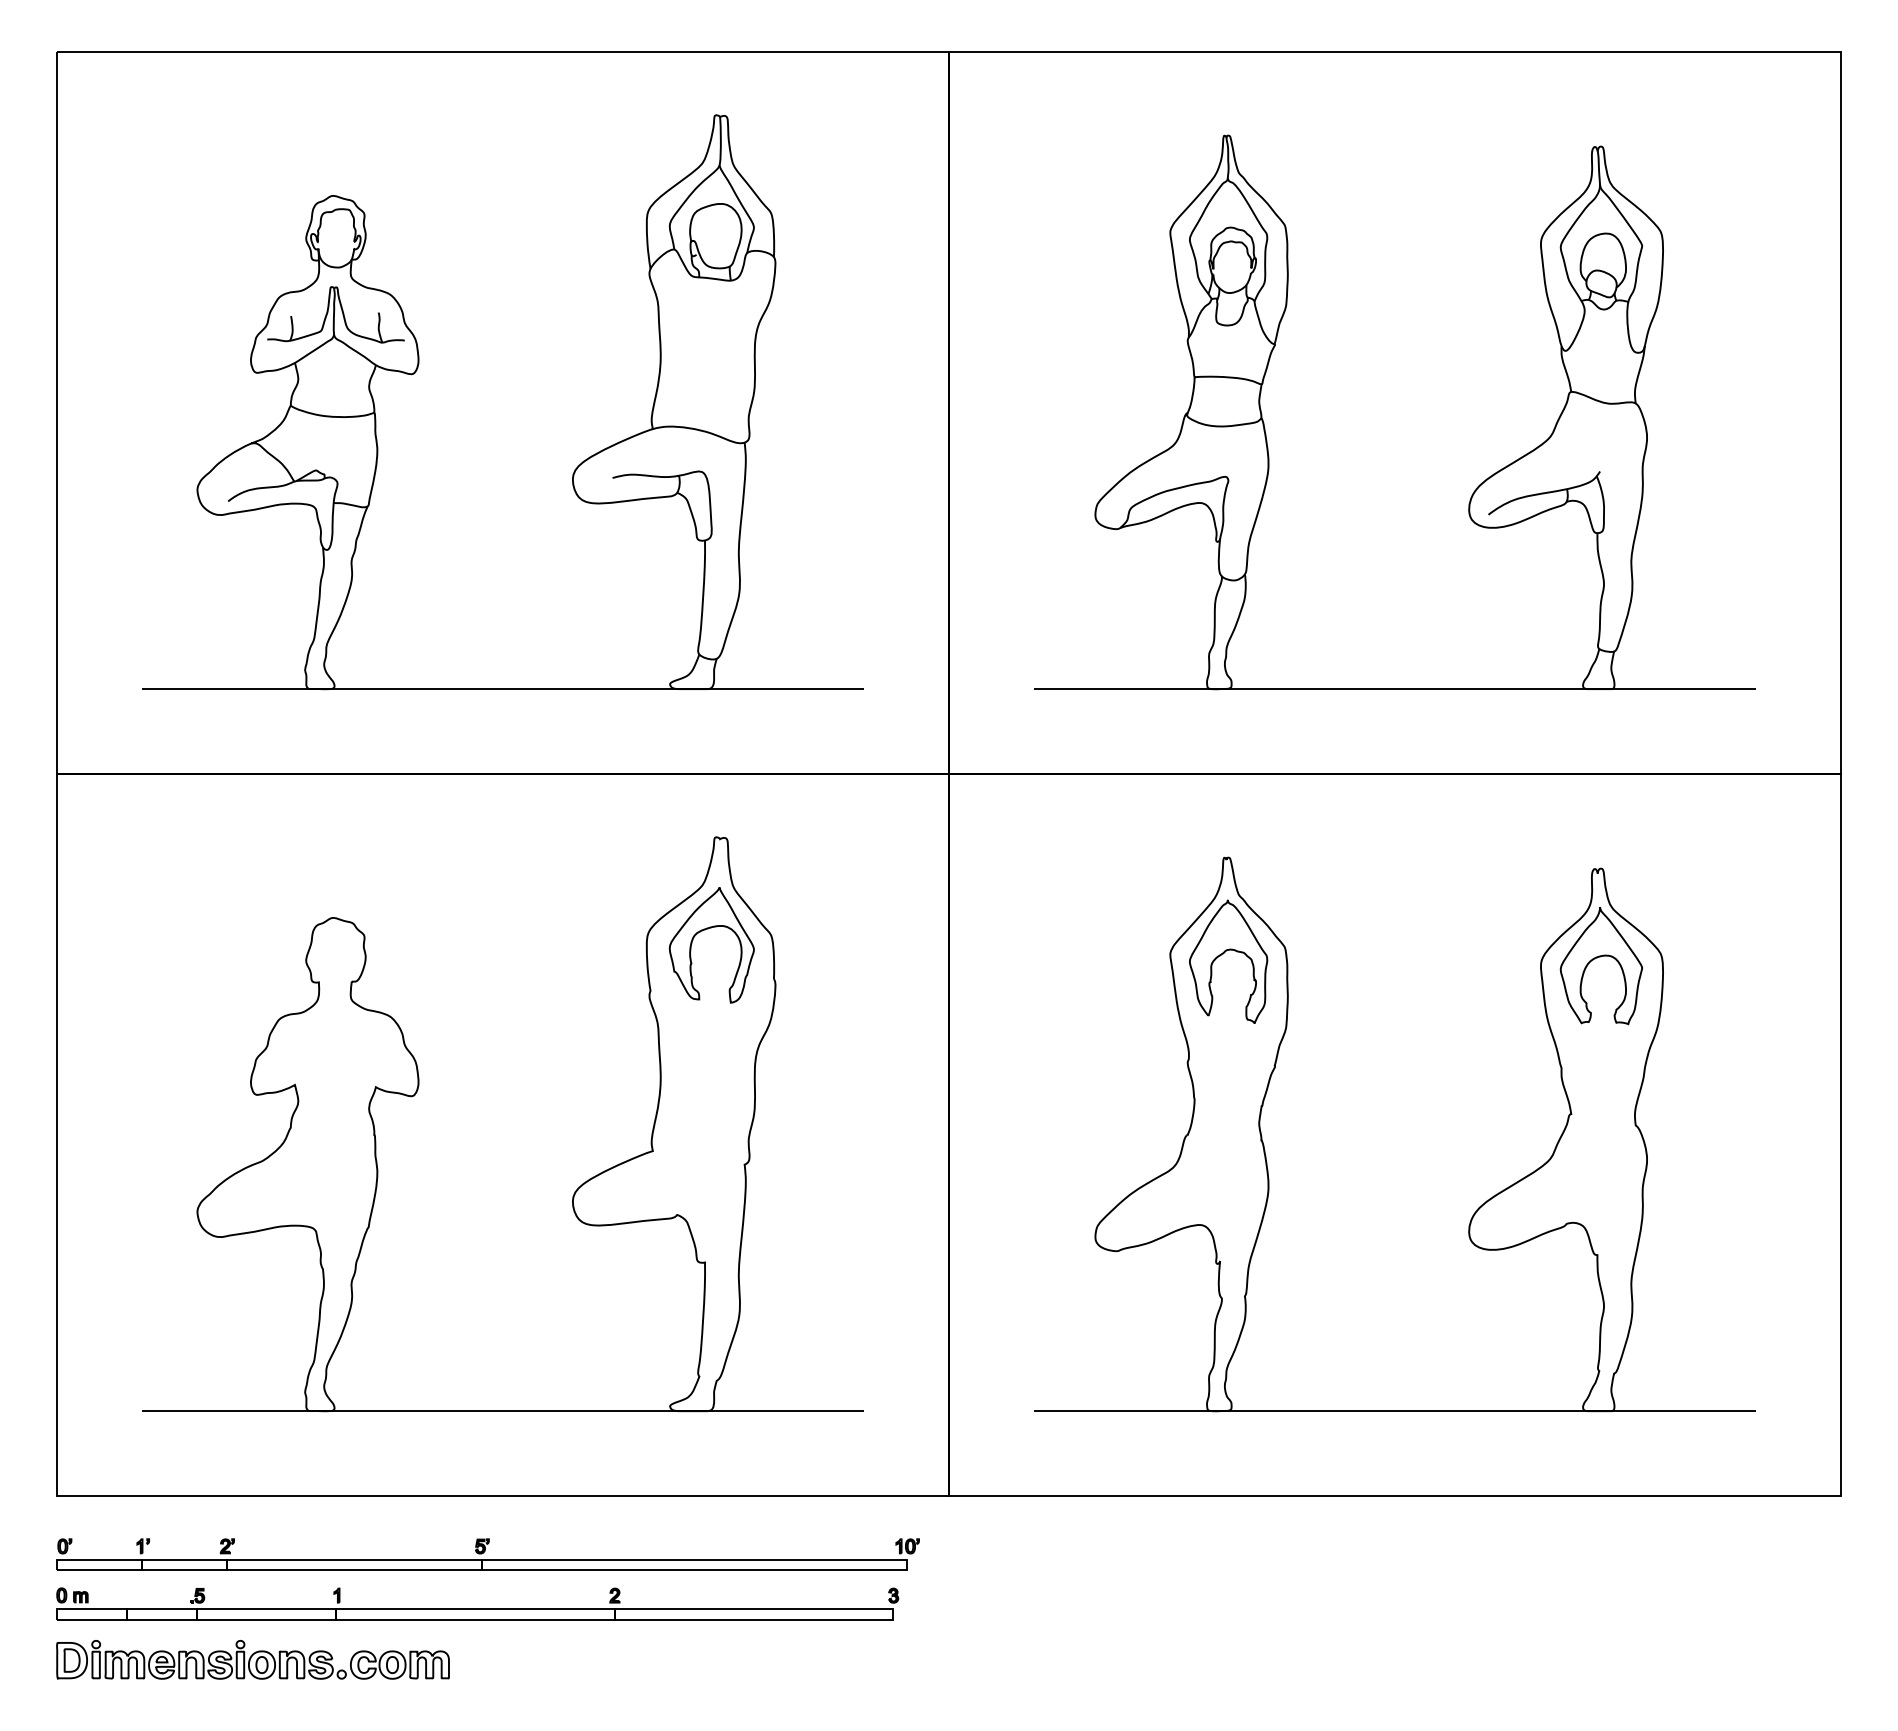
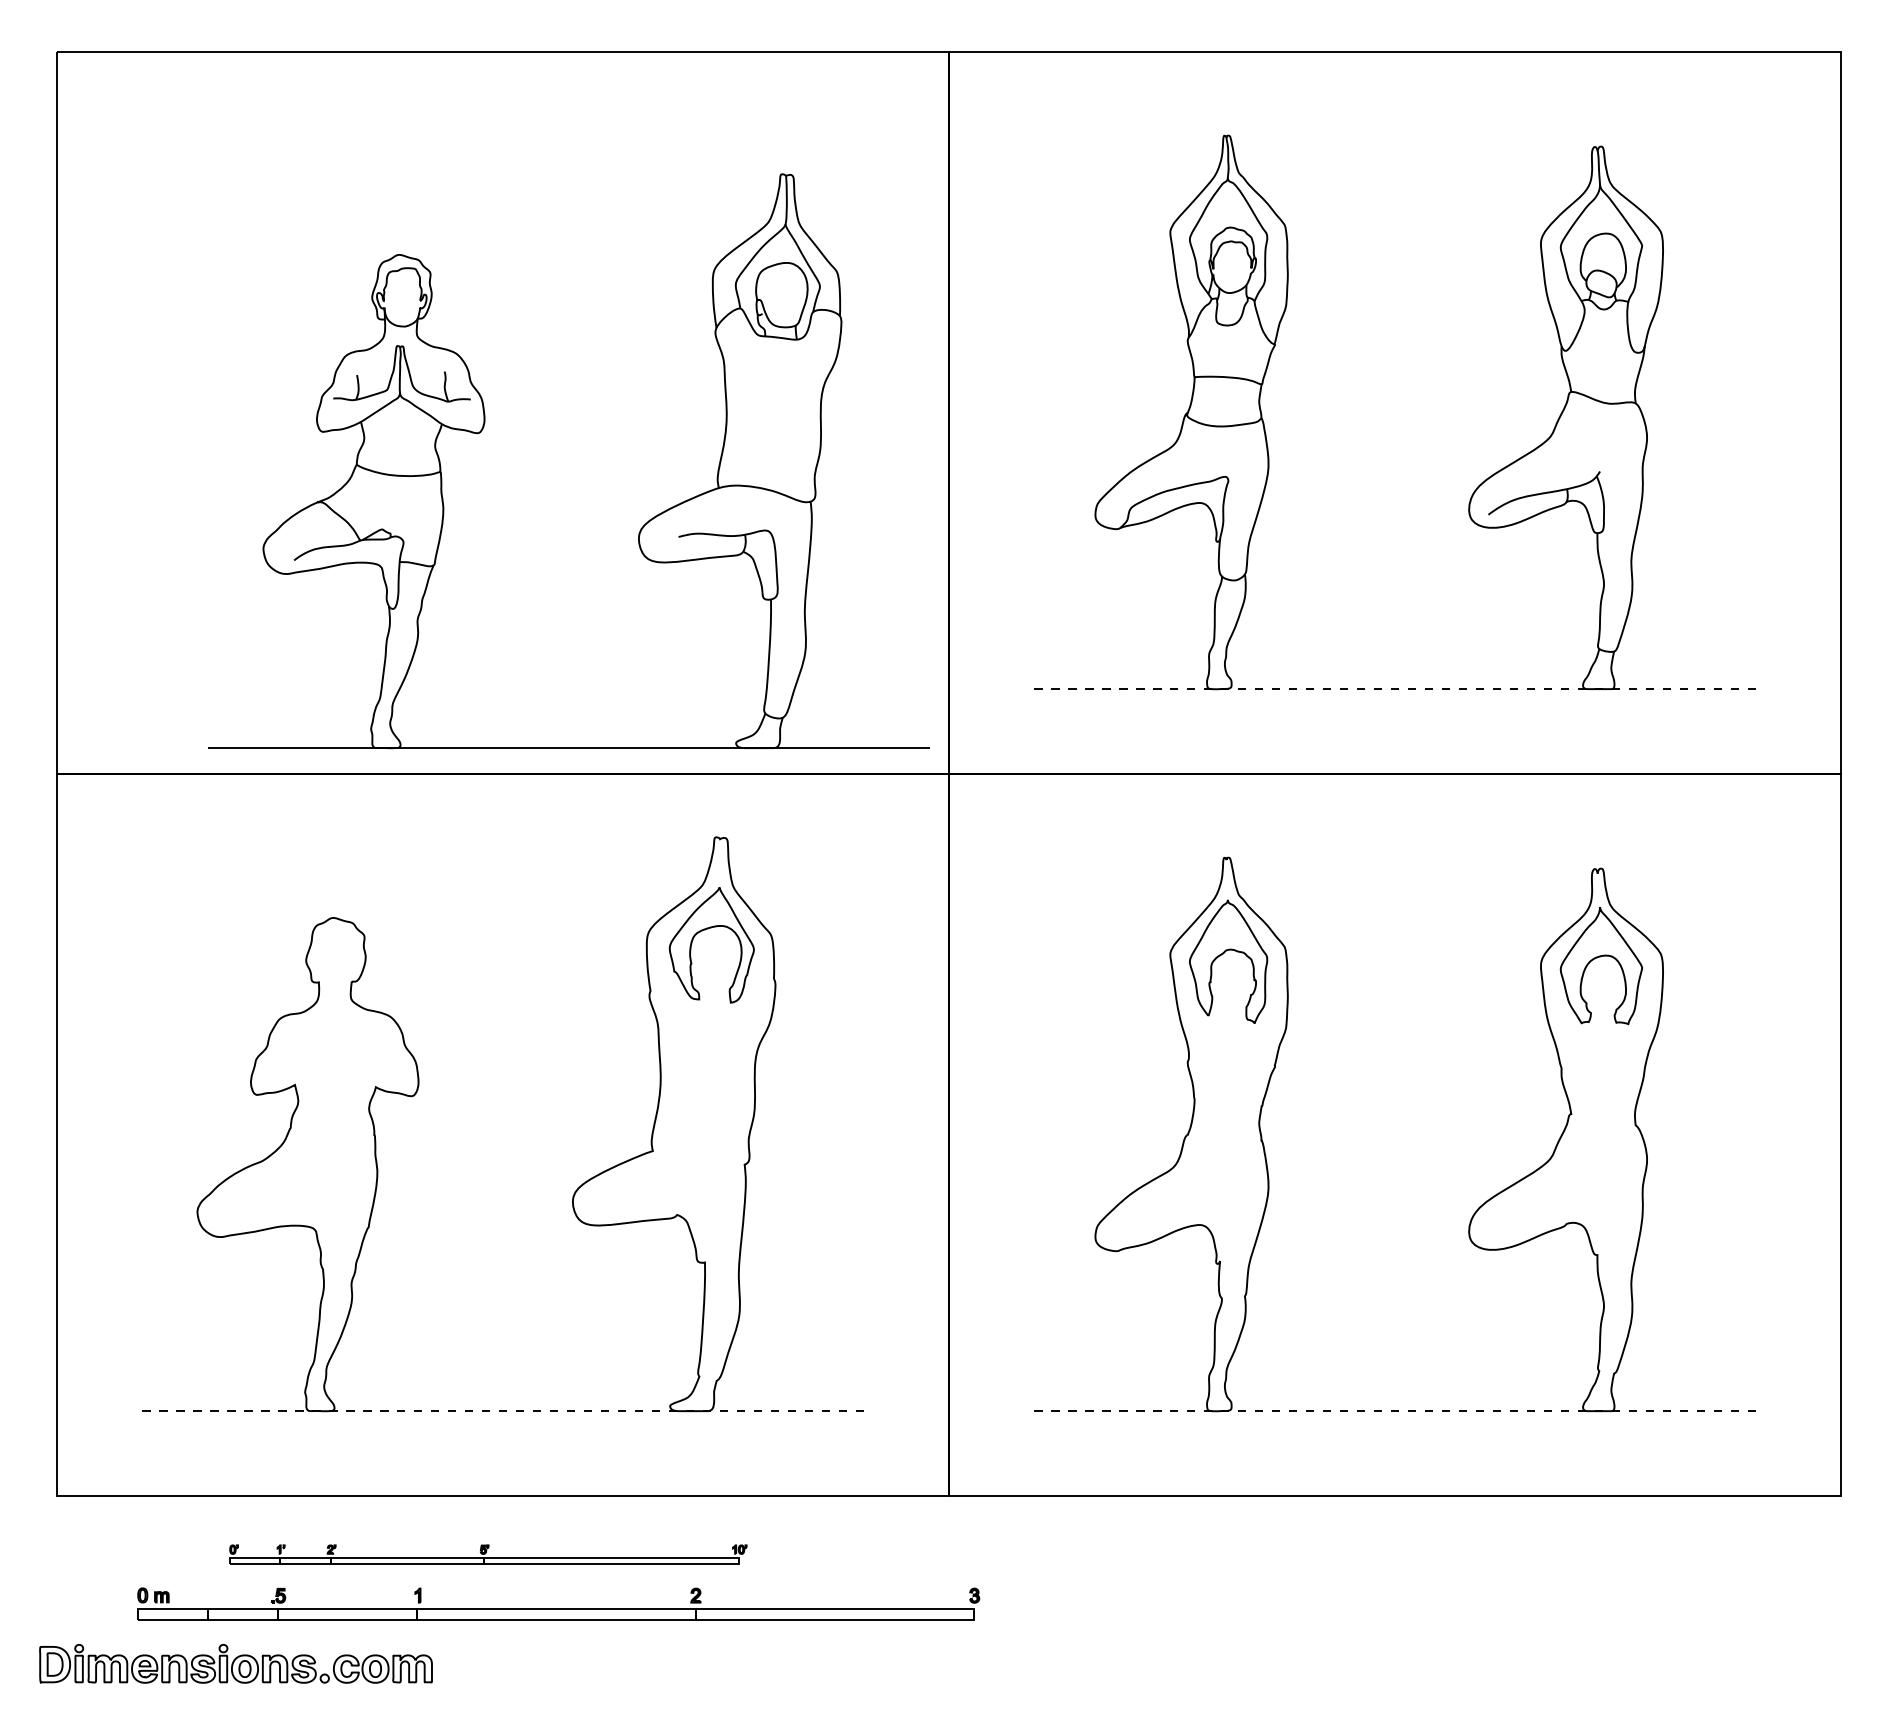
part at (417, 370) position: (417, 370) -> (483, 429)
line at (1395, 689): solid -> dashed
line at (503, 1411): solid -> dashed
line at (1395, 1411): solid -> dashed
part at (487, 1554) size: 864x33 px -> 519x21 px
part at (477, 1603) position: (477, 1603) -> (558, 1603)
part at (252, 1659) position: (252, 1659) -> (235, 1663)
